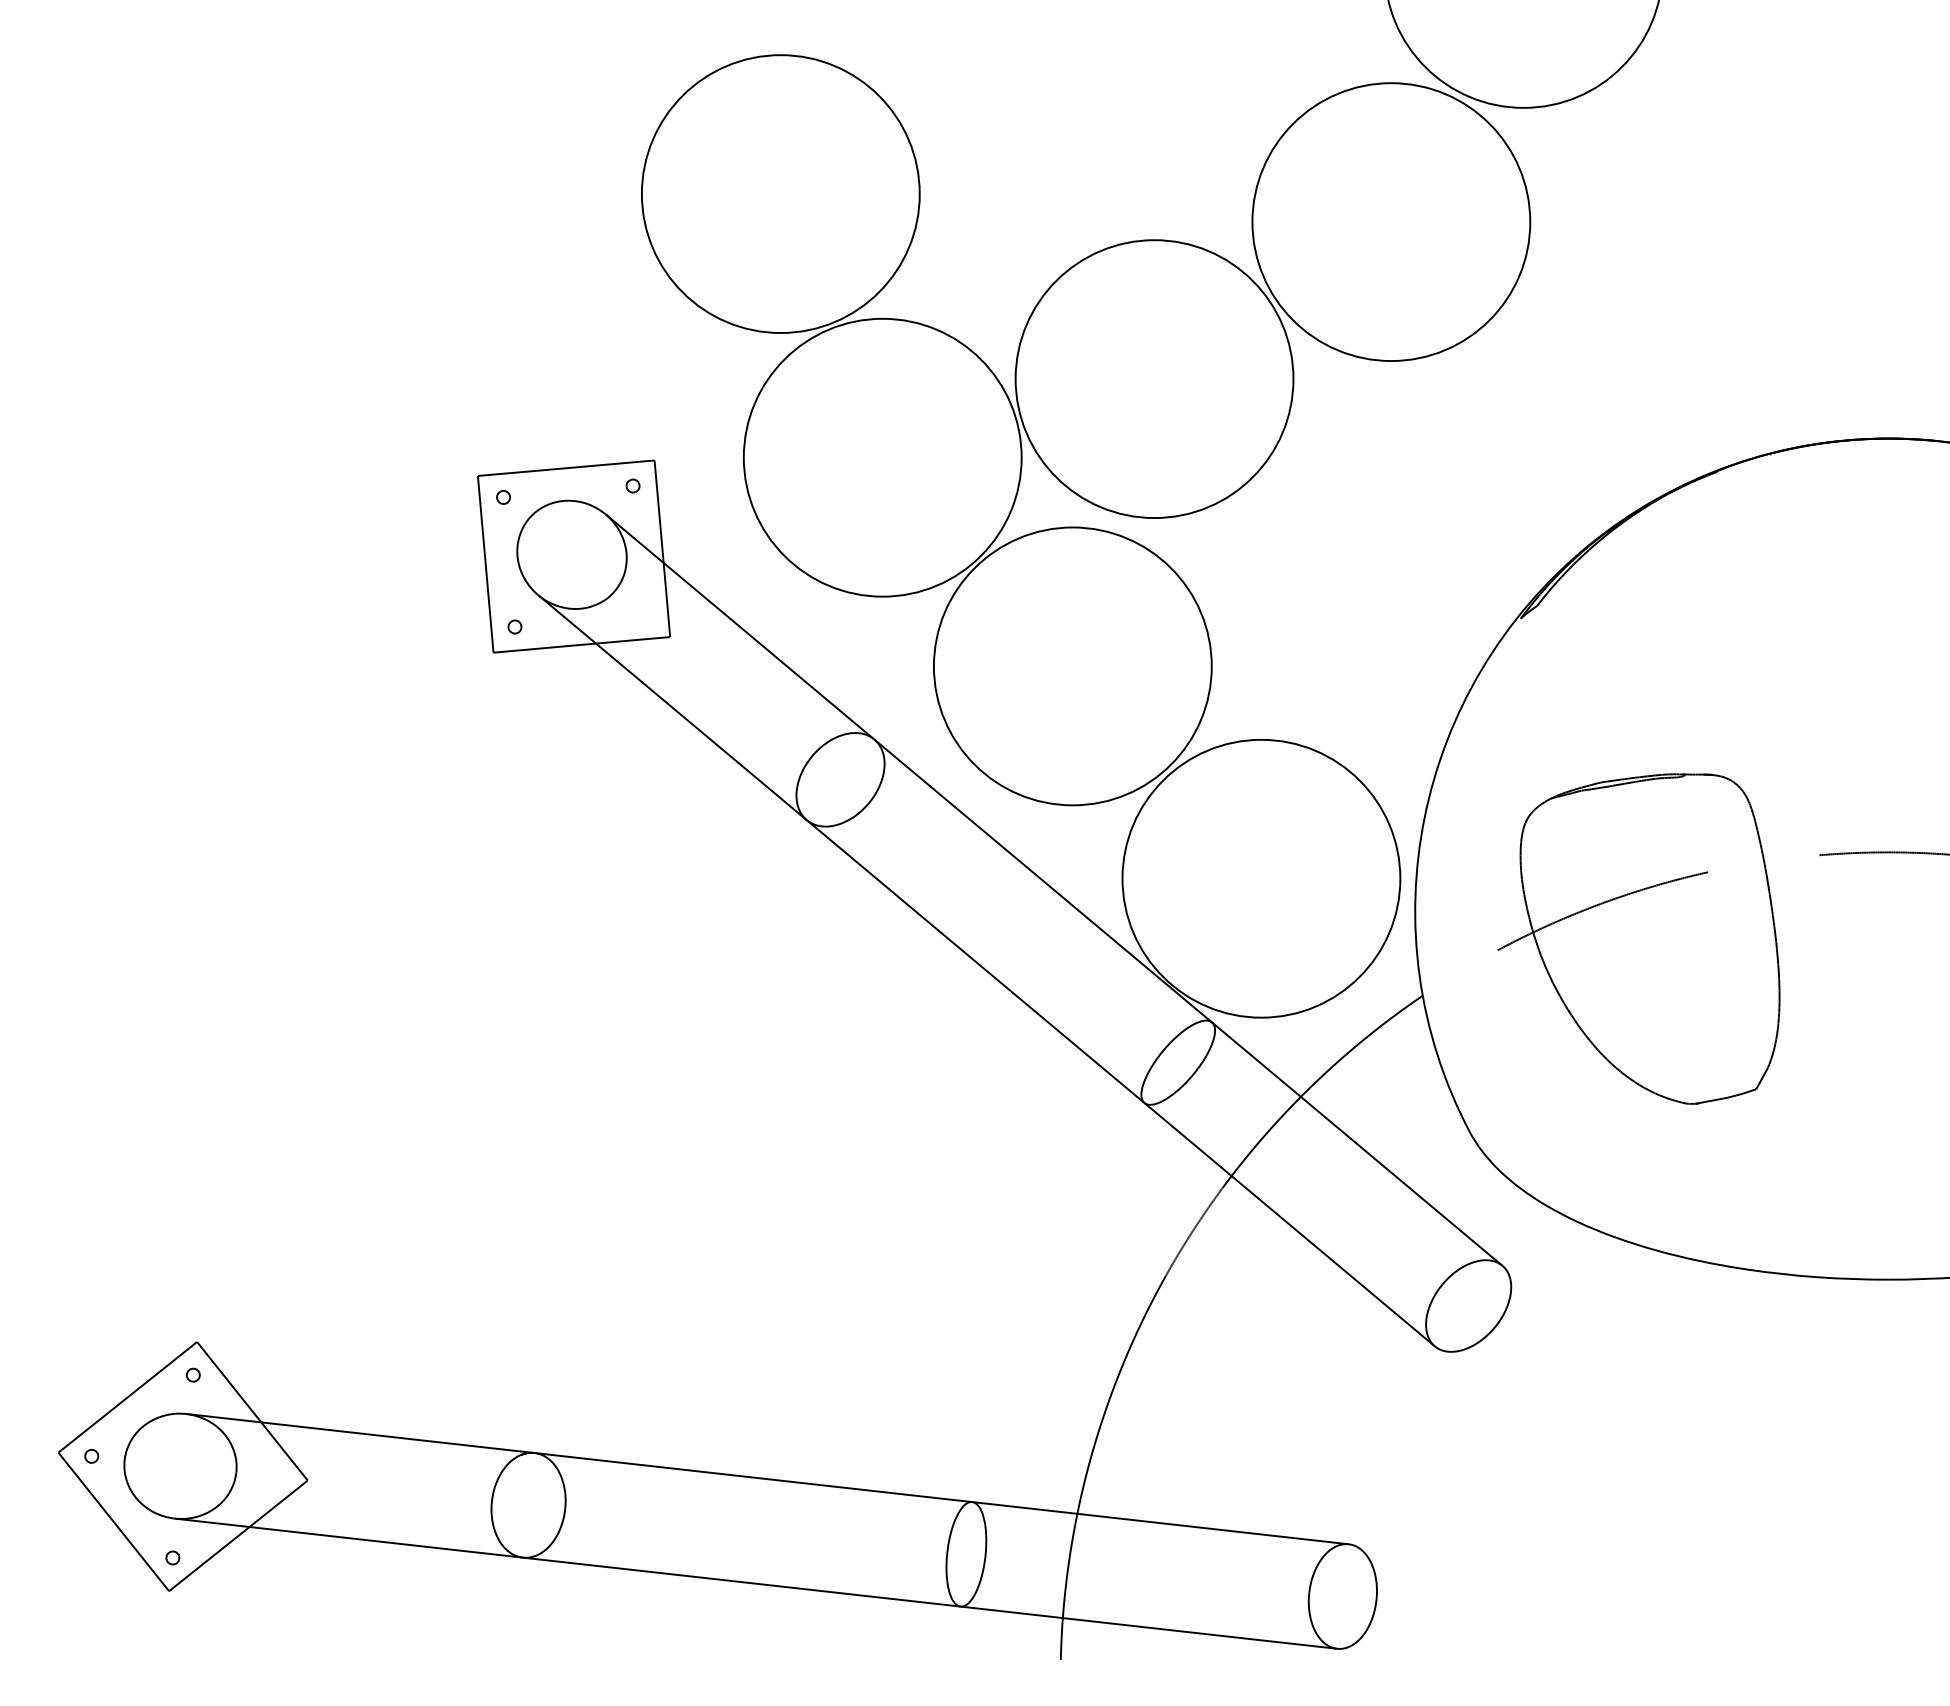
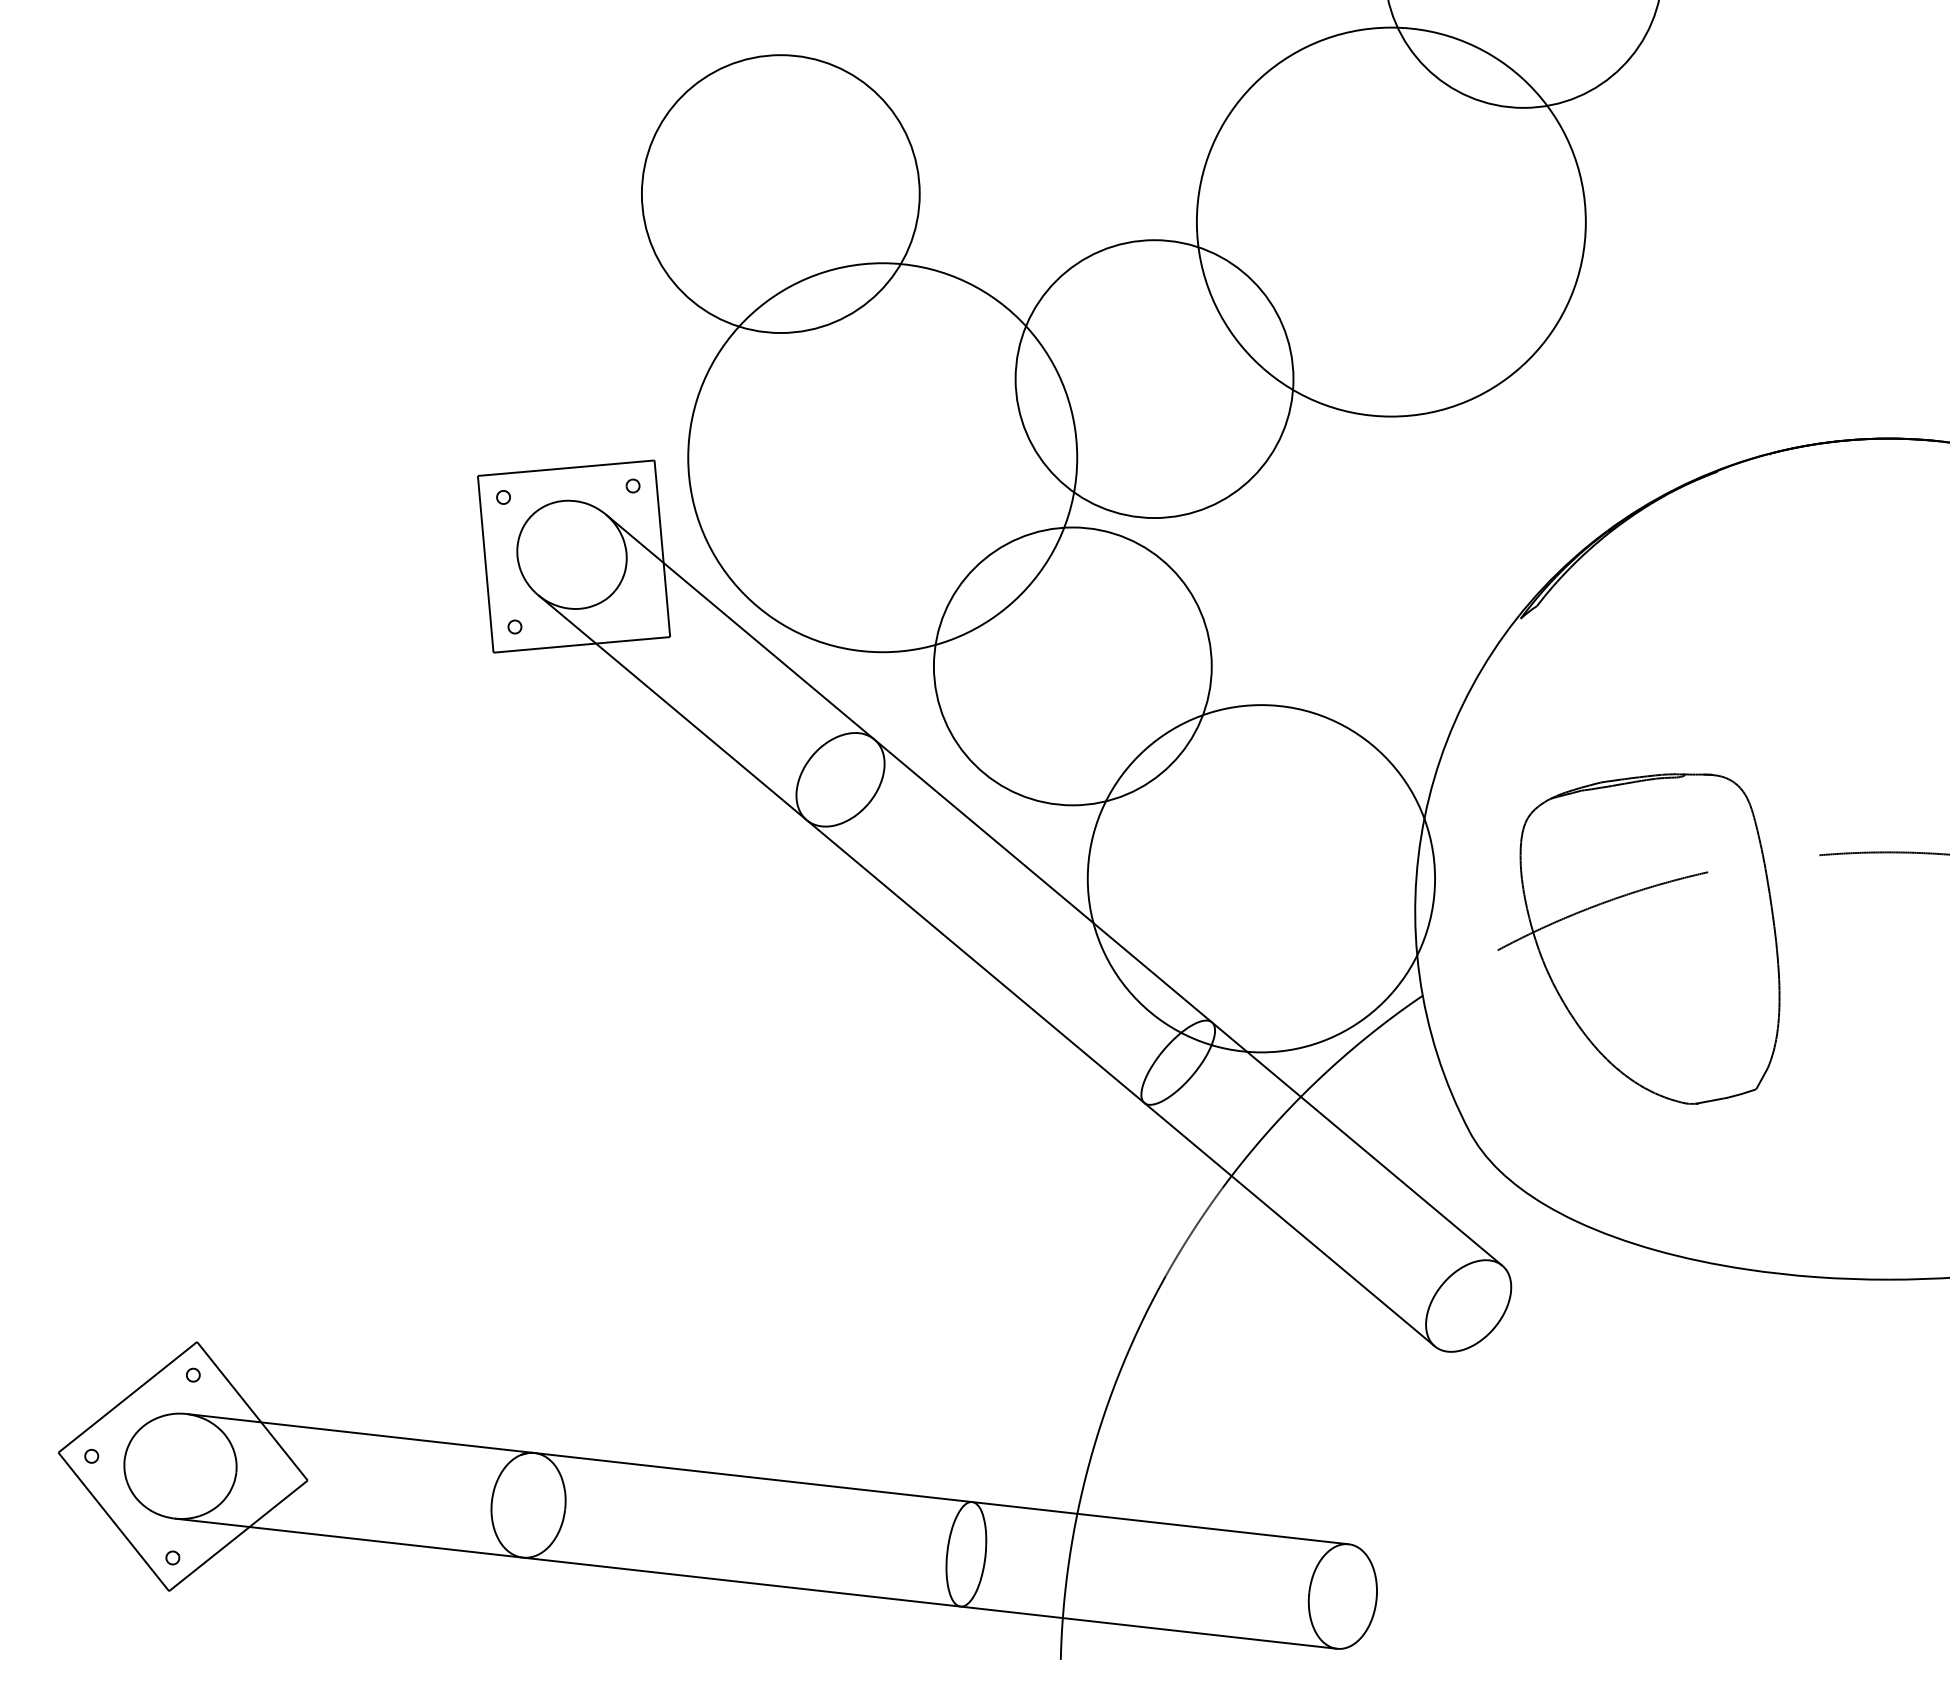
circle at (1391, 222) diameter: 278 px -> 389 px
circle at (882, 457) diameter: 278 px -> 389 px
circle at (1261, 878) diameter: 278 px -> 347 px
